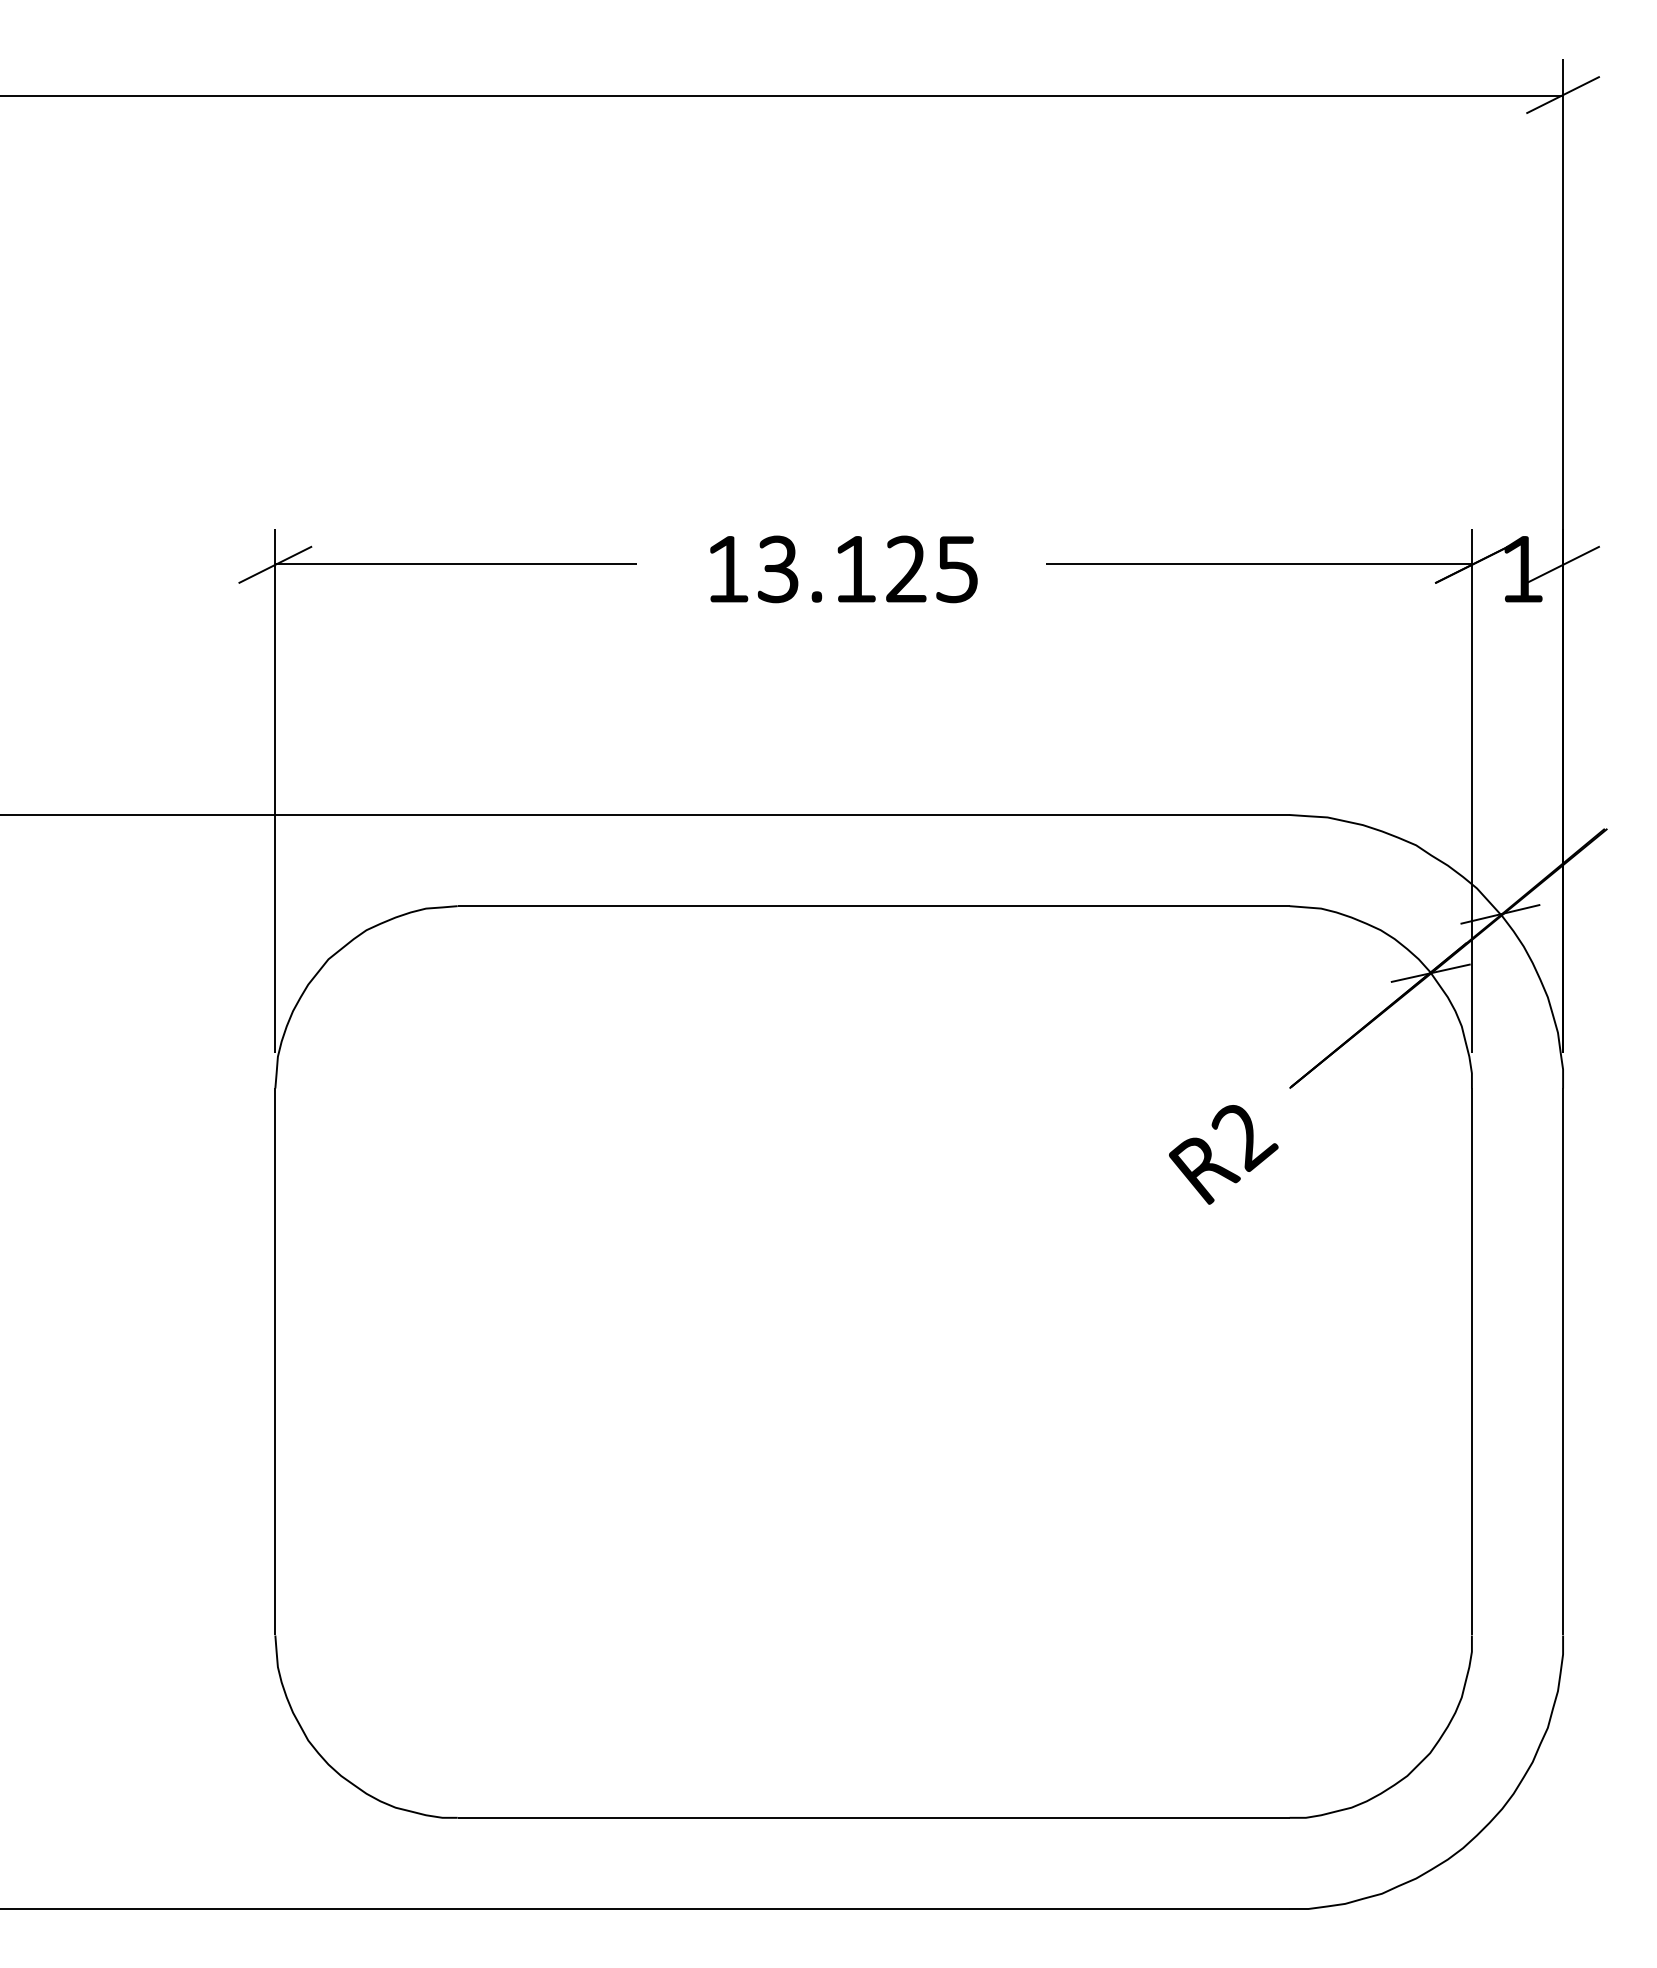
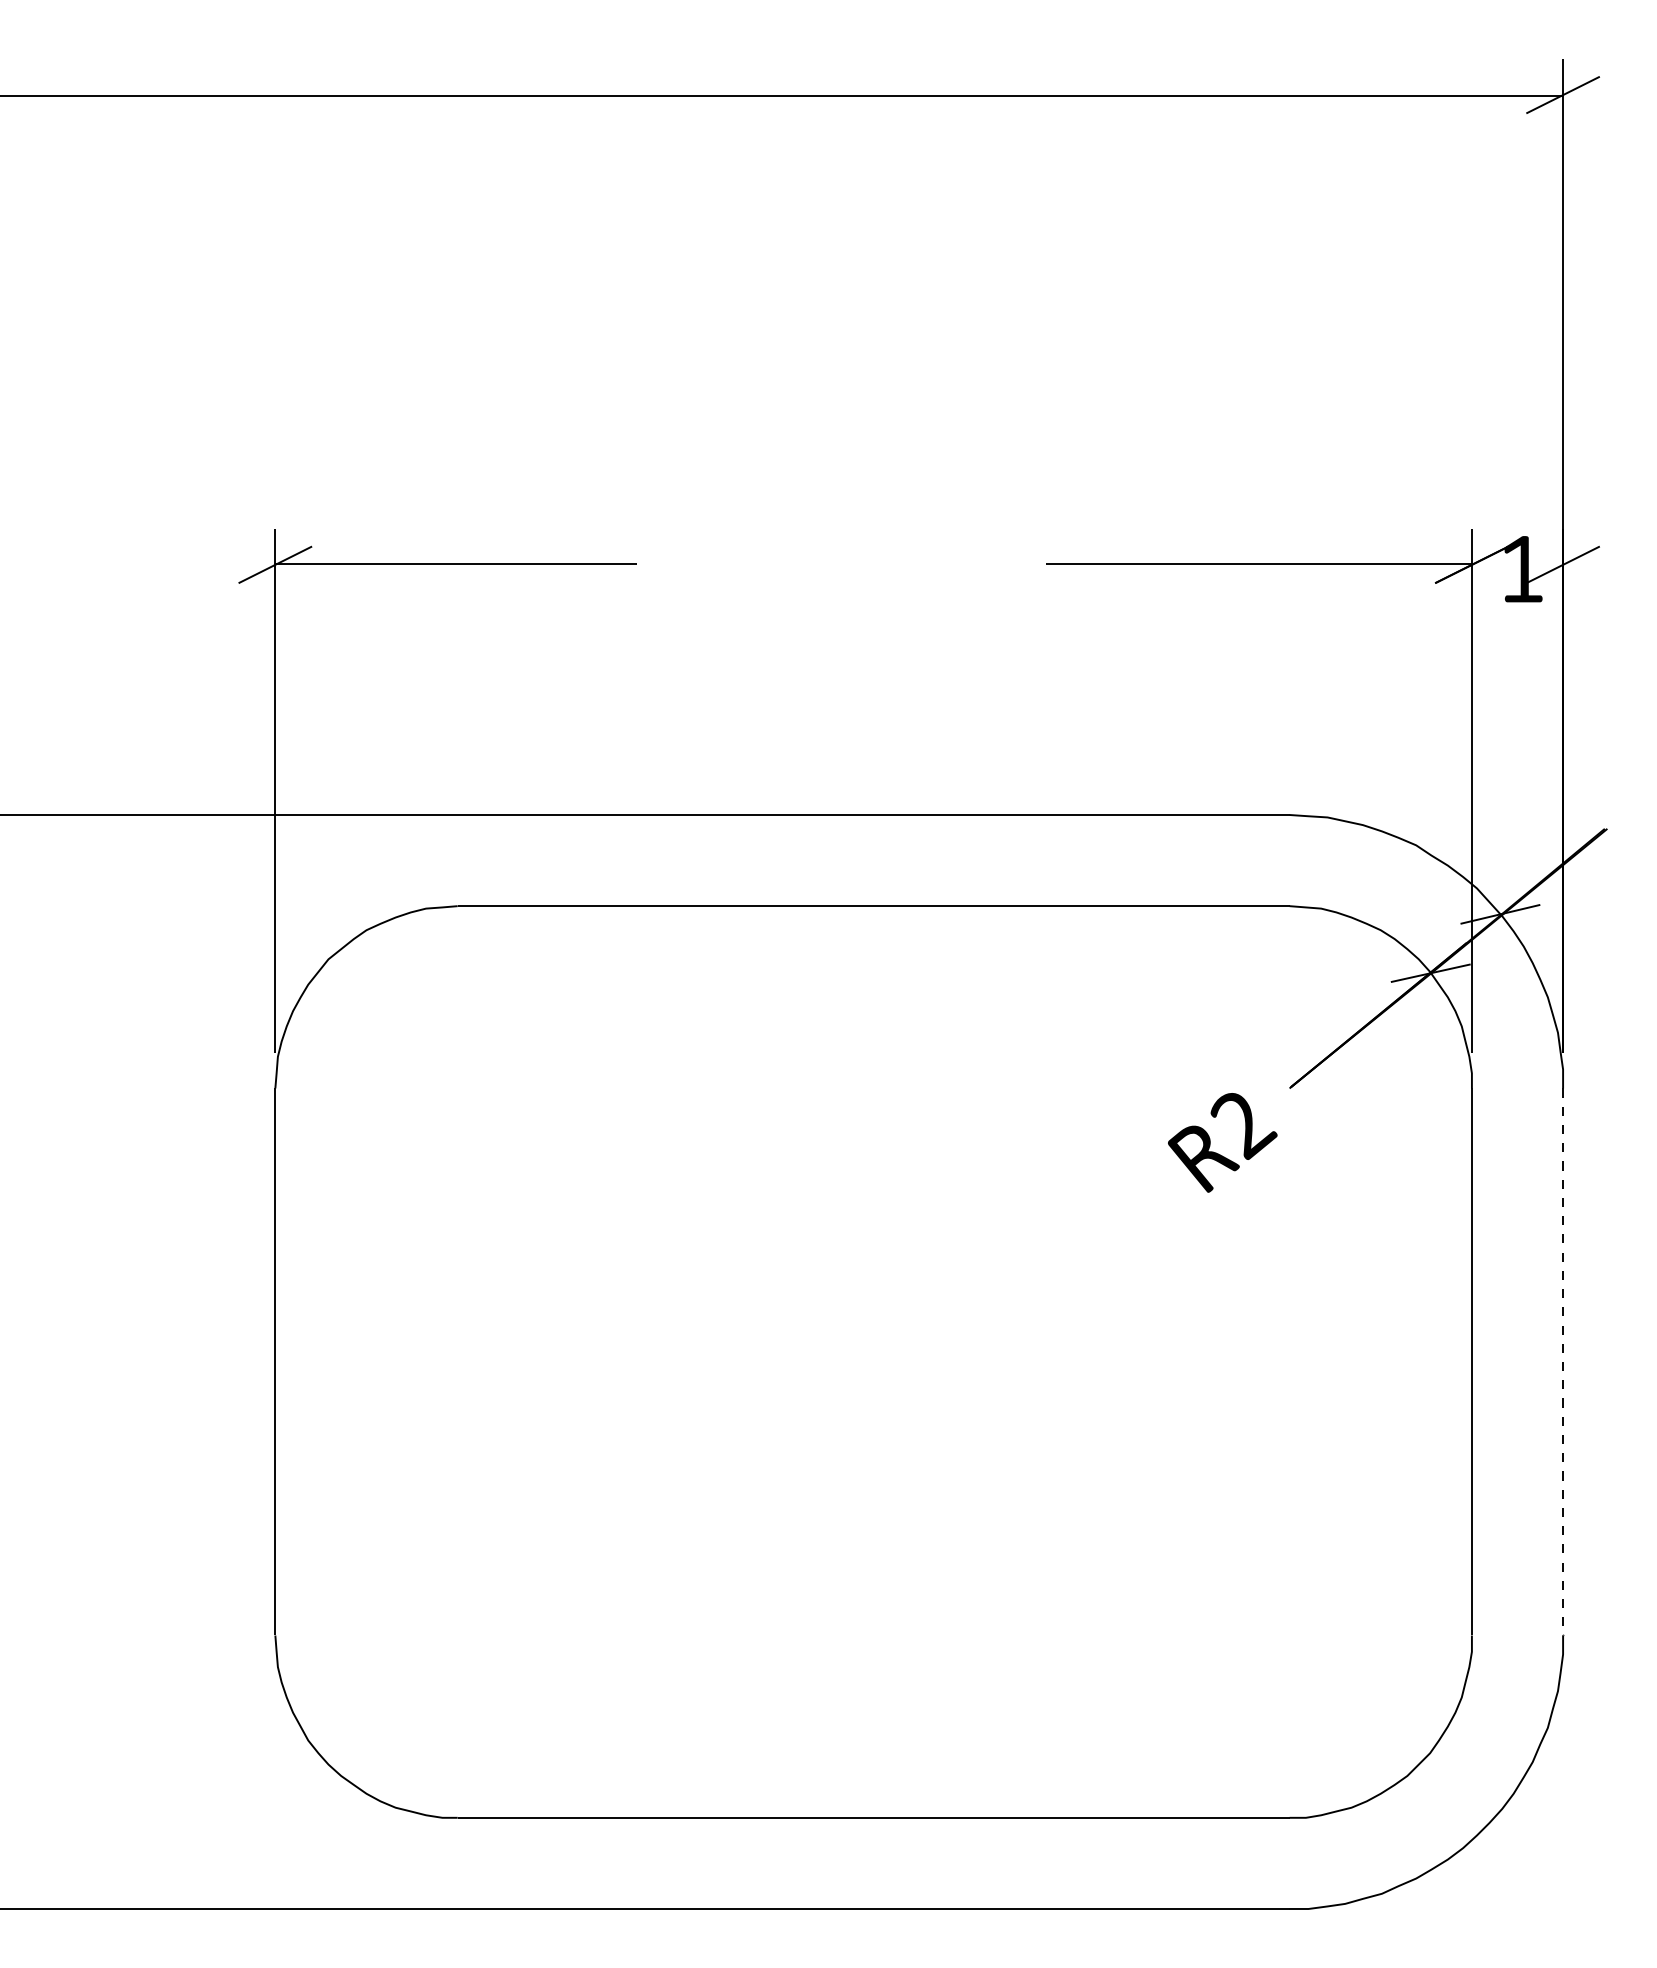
part at (853, 569): present -> none
part at (1217, 1164) position: (1217, 1164) -> (1216, 1152)
line at (1563, 1362): solid -> dashed
